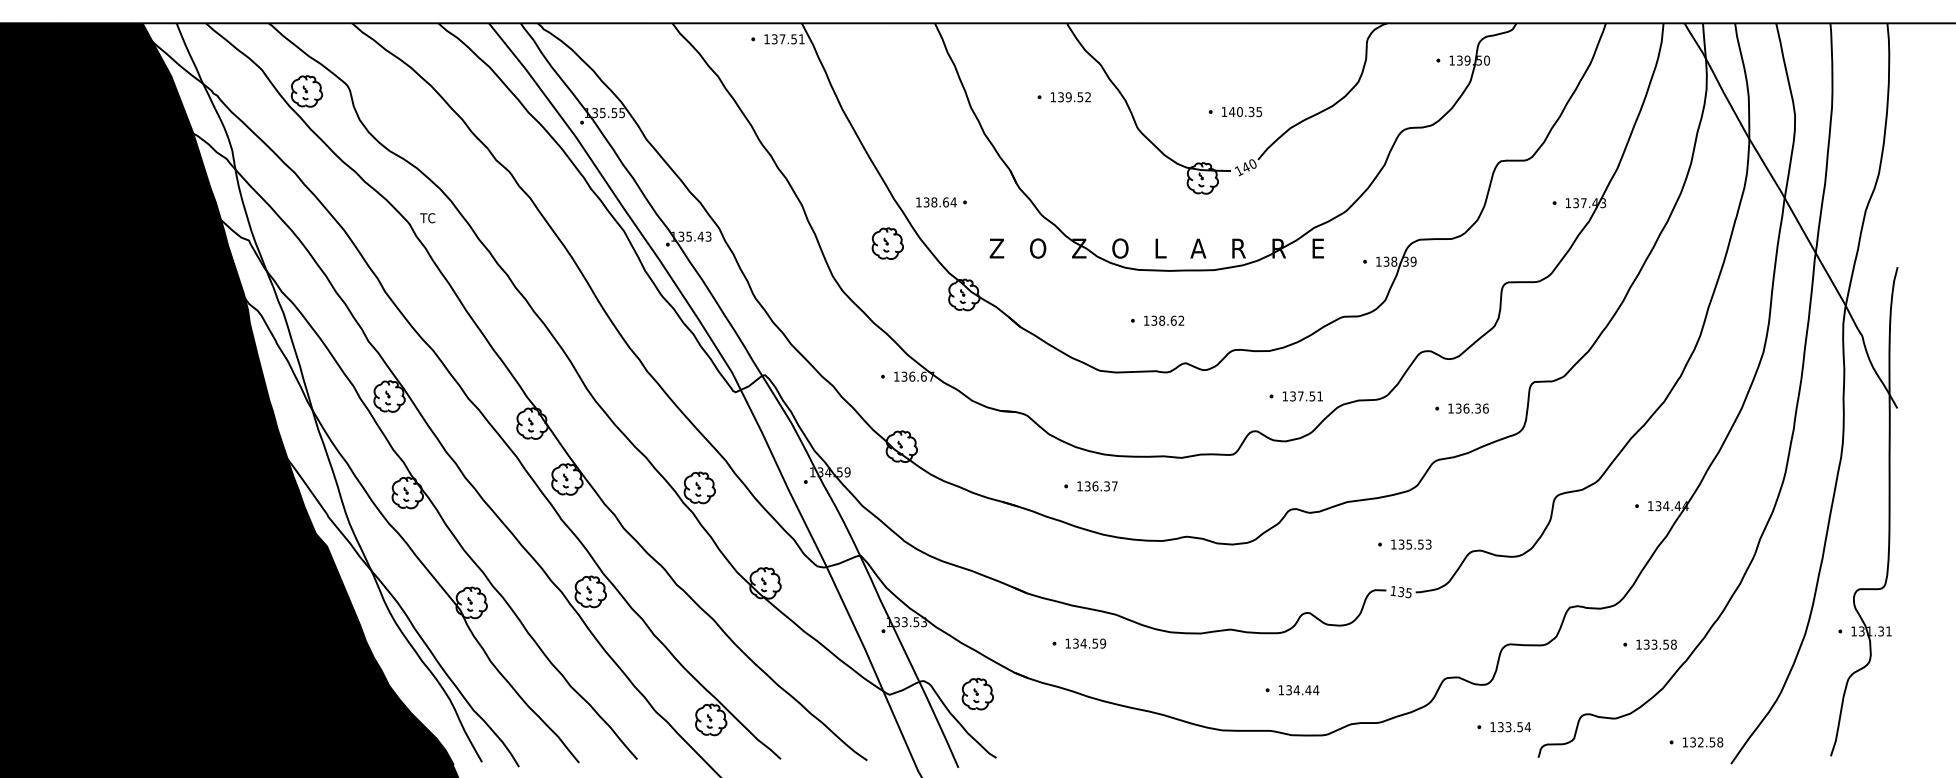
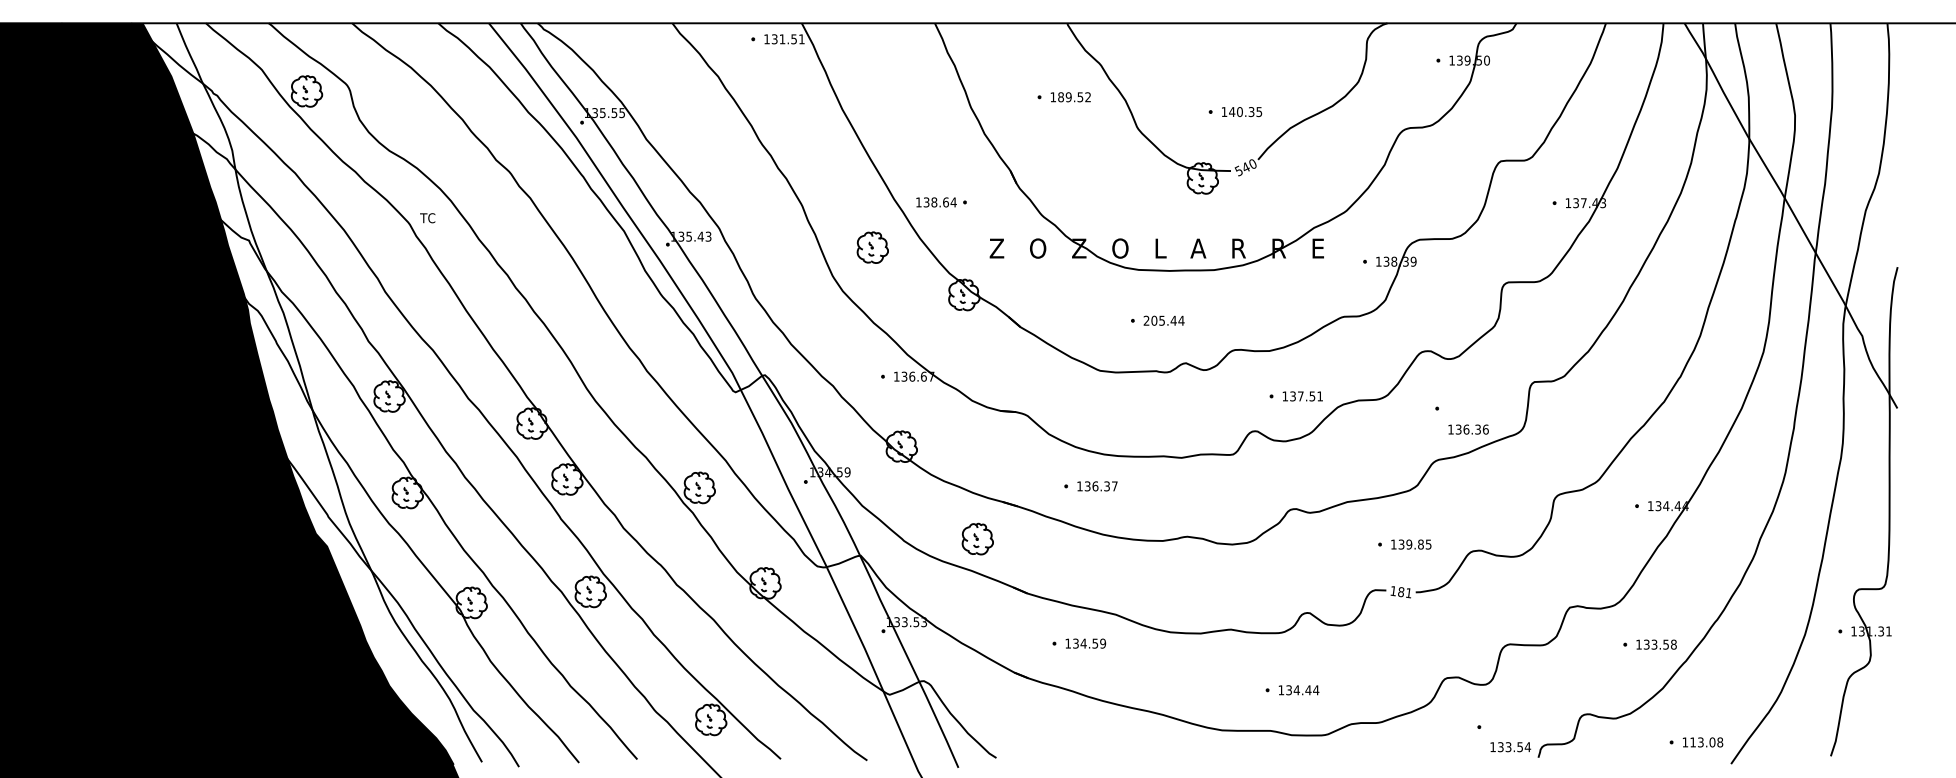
text at (782, 39): 137.51 -> 131.51
text at (1061, 97): 139.52 -> 189.52
text at (1238, 170): 140 -> 540
part at (887, 243) position: (887, 243) -> (872, 247)
text at (1163, 320): 138.62 -> 205.44
text at (1468, 408) position: (1468, 408) -> (1468, 429)
text at (1418, 544): 135.53 -> 139.85
text at (1404, 592): 135 -> 181
part at (977, 693) position: (977, 693) -> (977, 538)
text at (1510, 727) position: (1510, 727) -> (1510, 747)
text at (1702, 742): 132.58 -> 113.08
